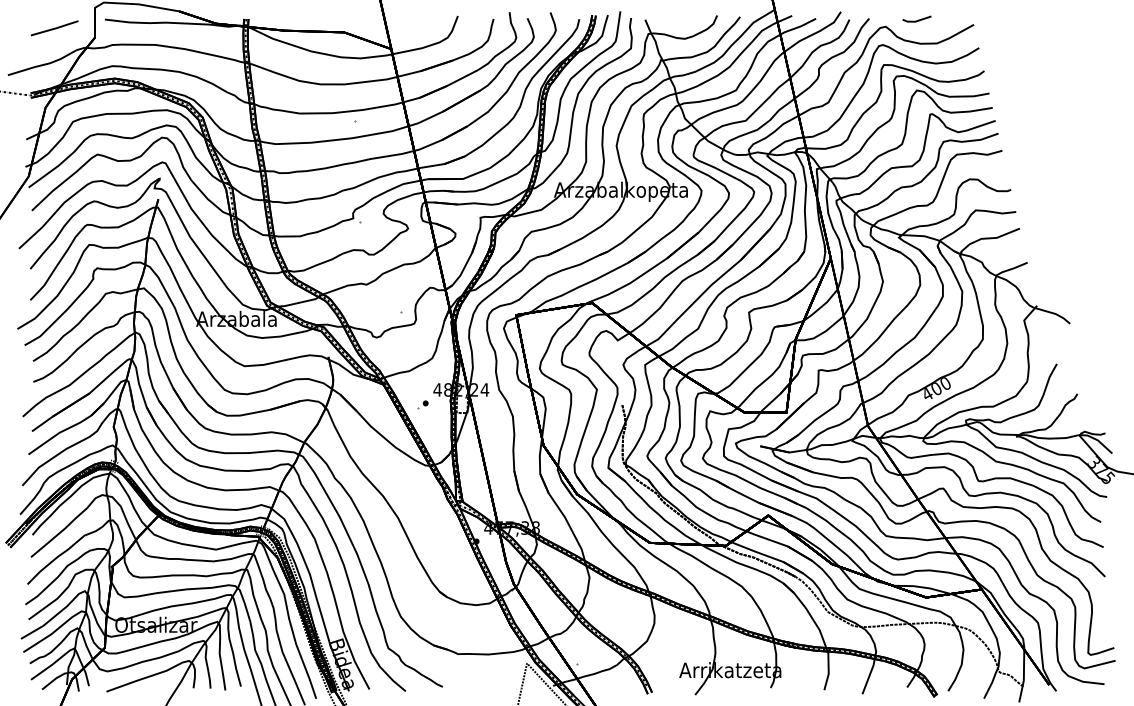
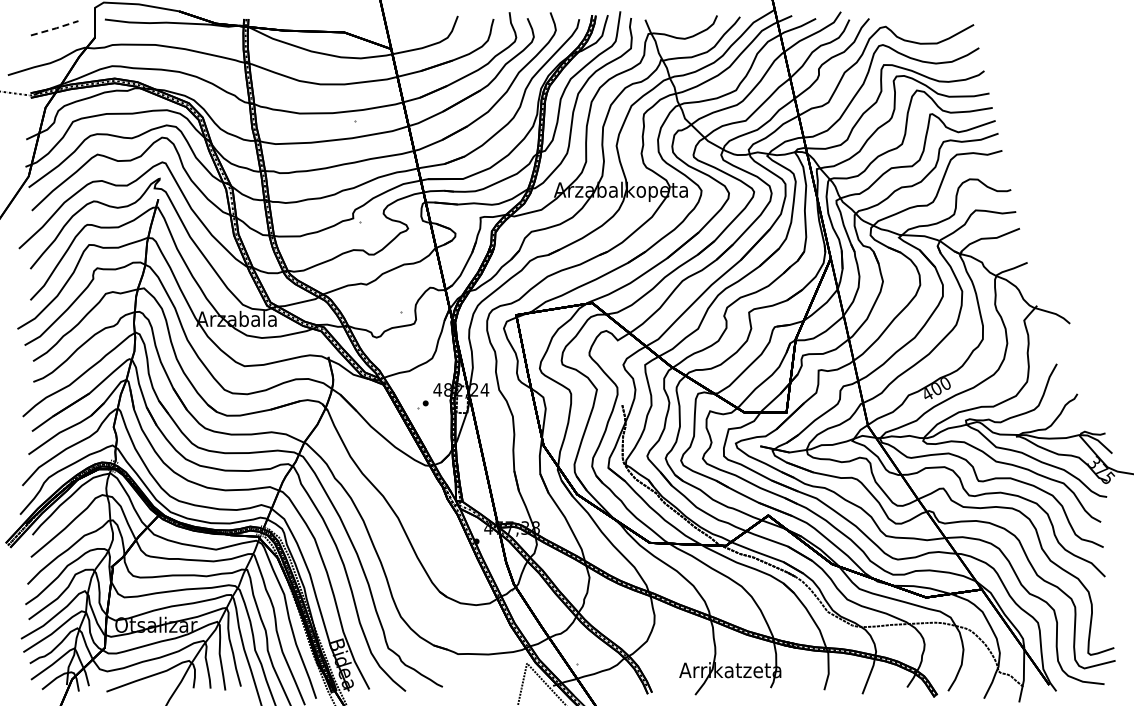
line at (916, 20): present -> none
line at (55, 28): solid -> dashed
